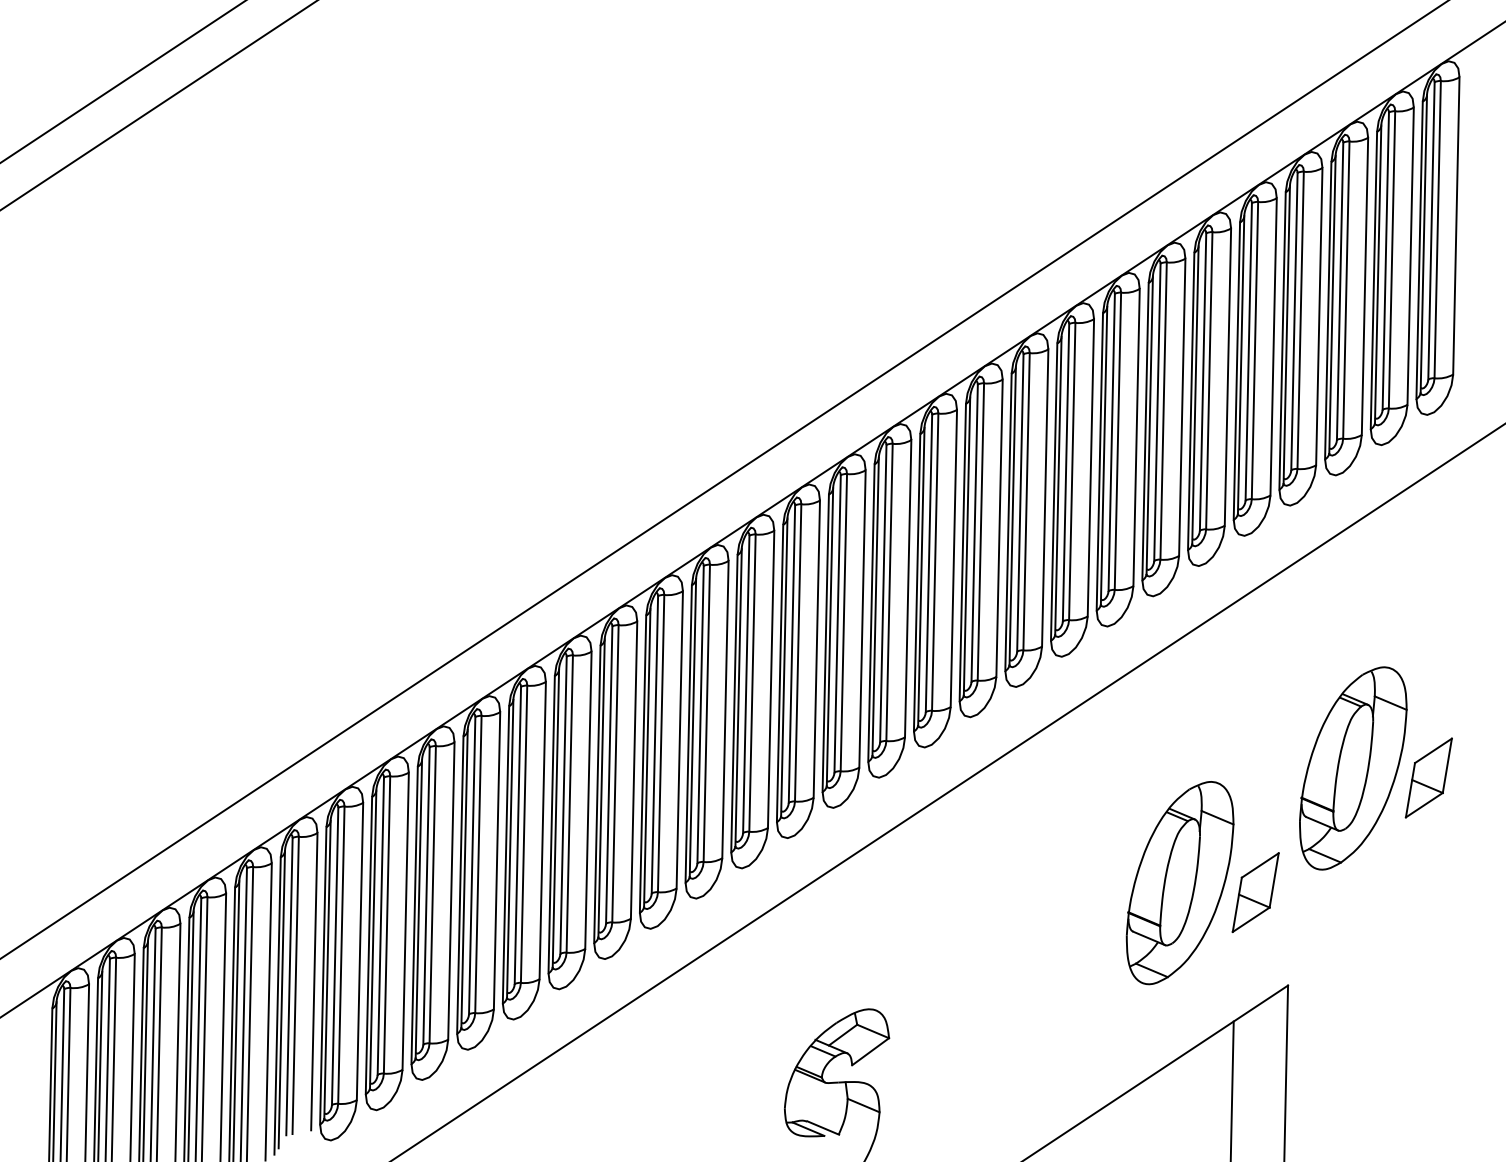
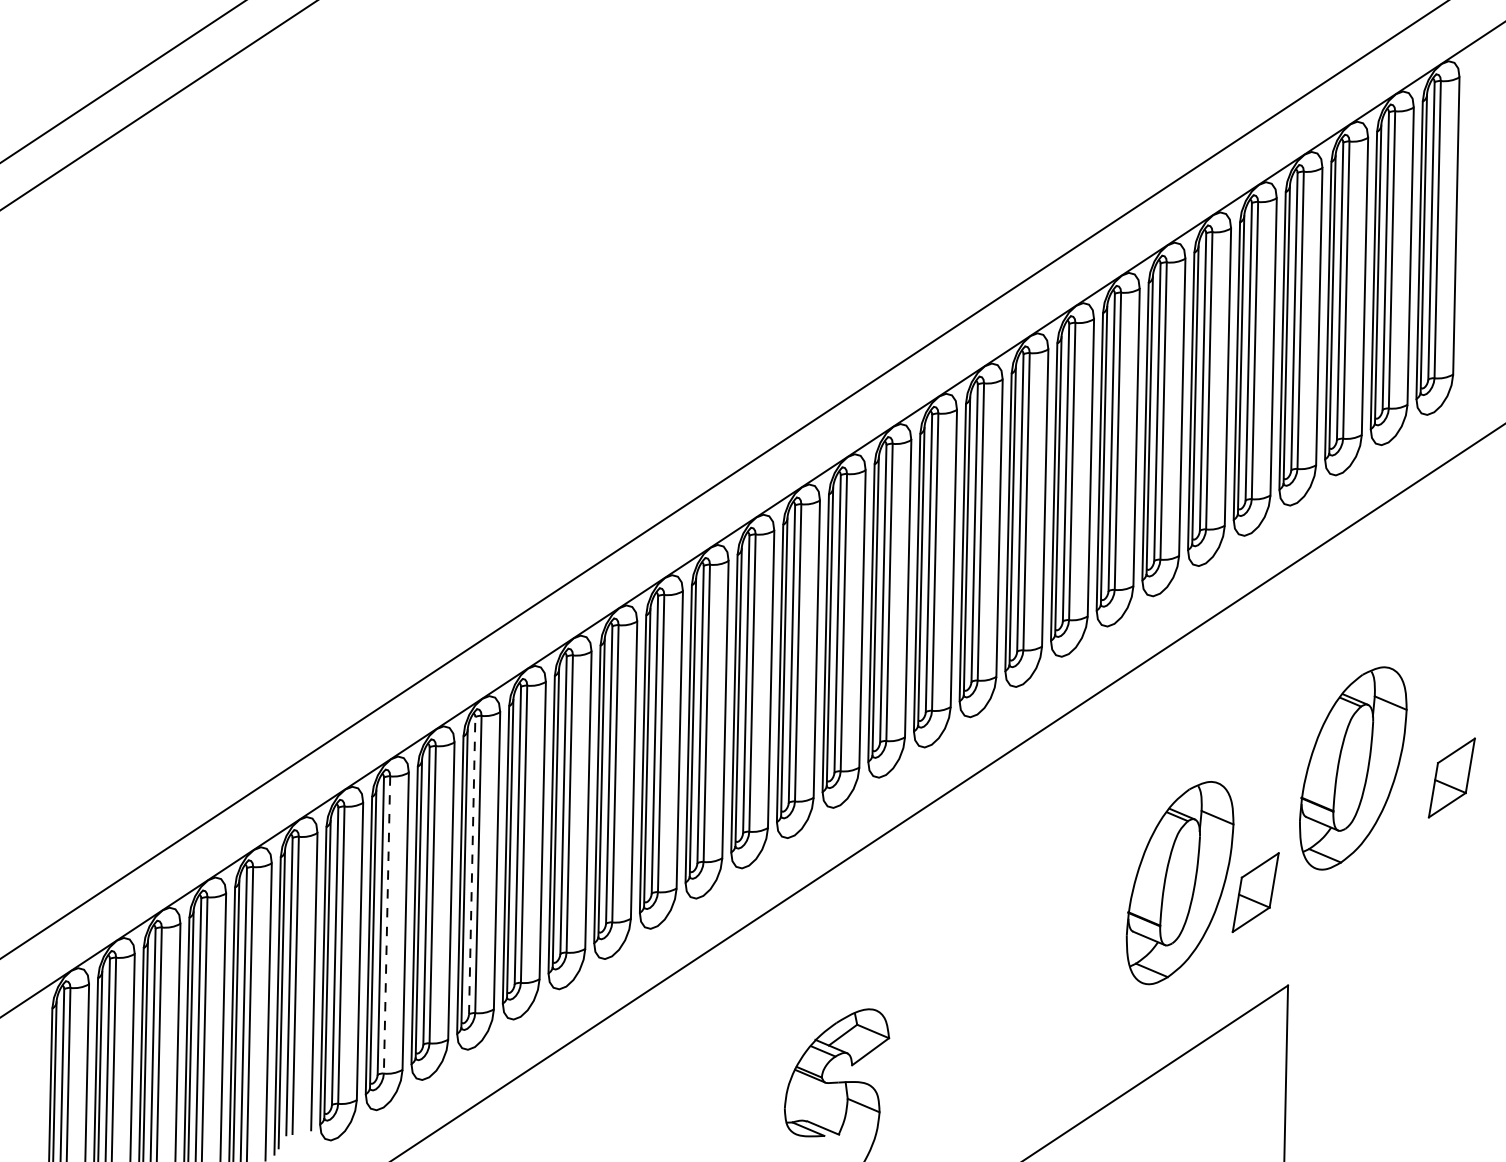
part at (1428, 777) position: (1428, 777) -> (1451, 777)
line at (472, 865): solid -> dashed
line at (387, 924): solid -> dashed
line at (1231, 1089): present -> none
